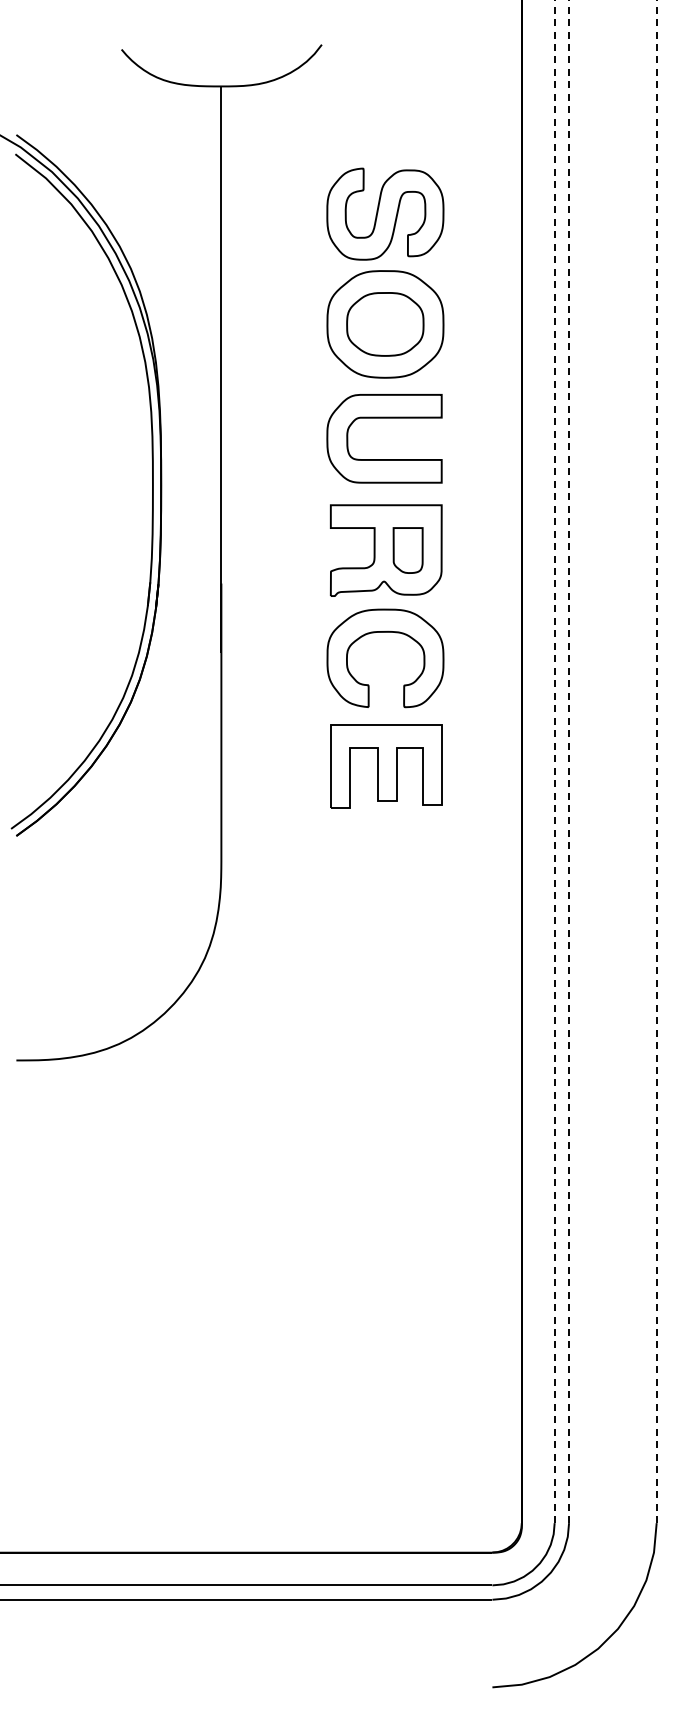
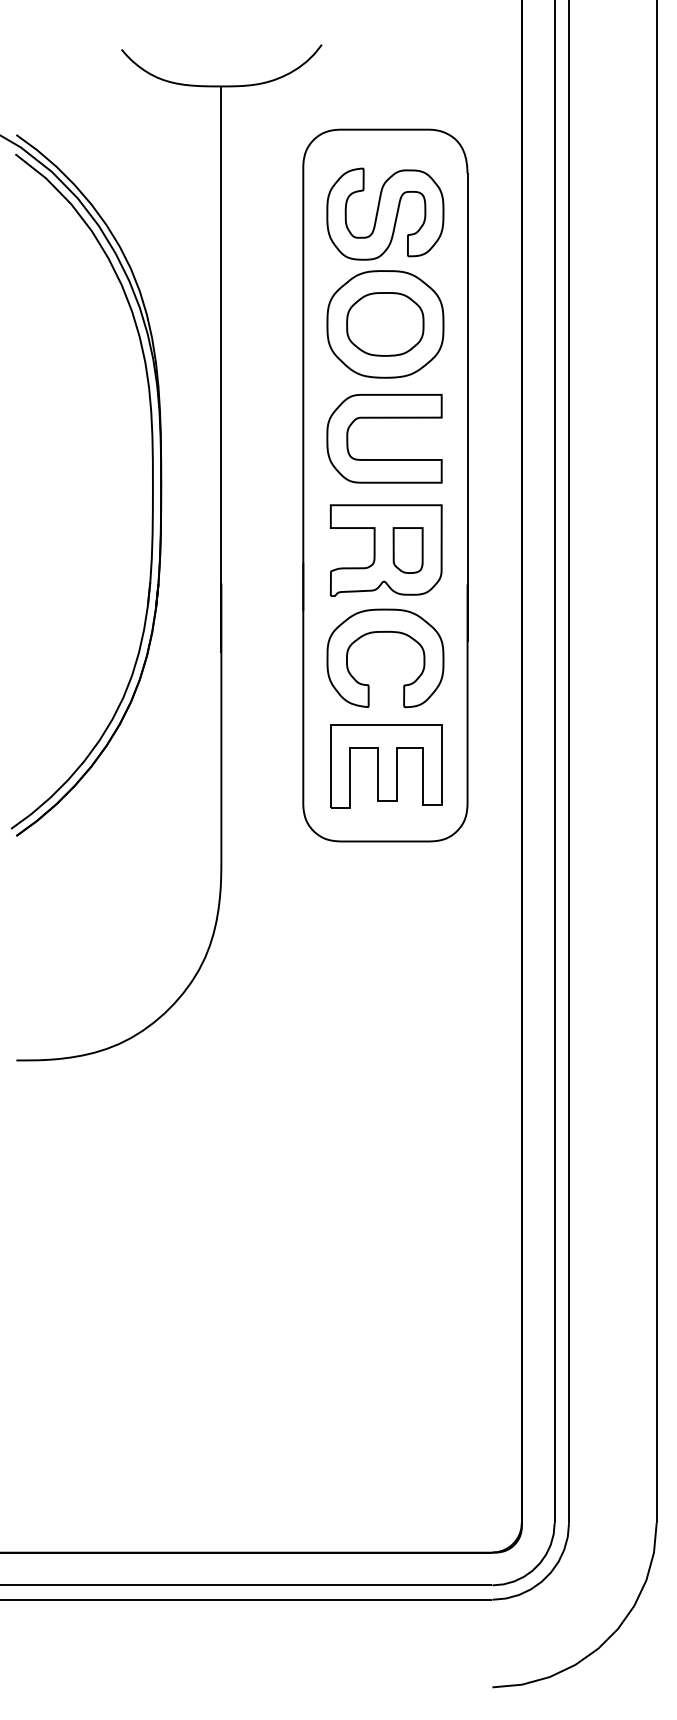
part at (385, 485): none -> present
line at (554, 761): dashed -> solid
line at (569, 761): dashed -> solid
line at (656, 761): dashed -> solid
